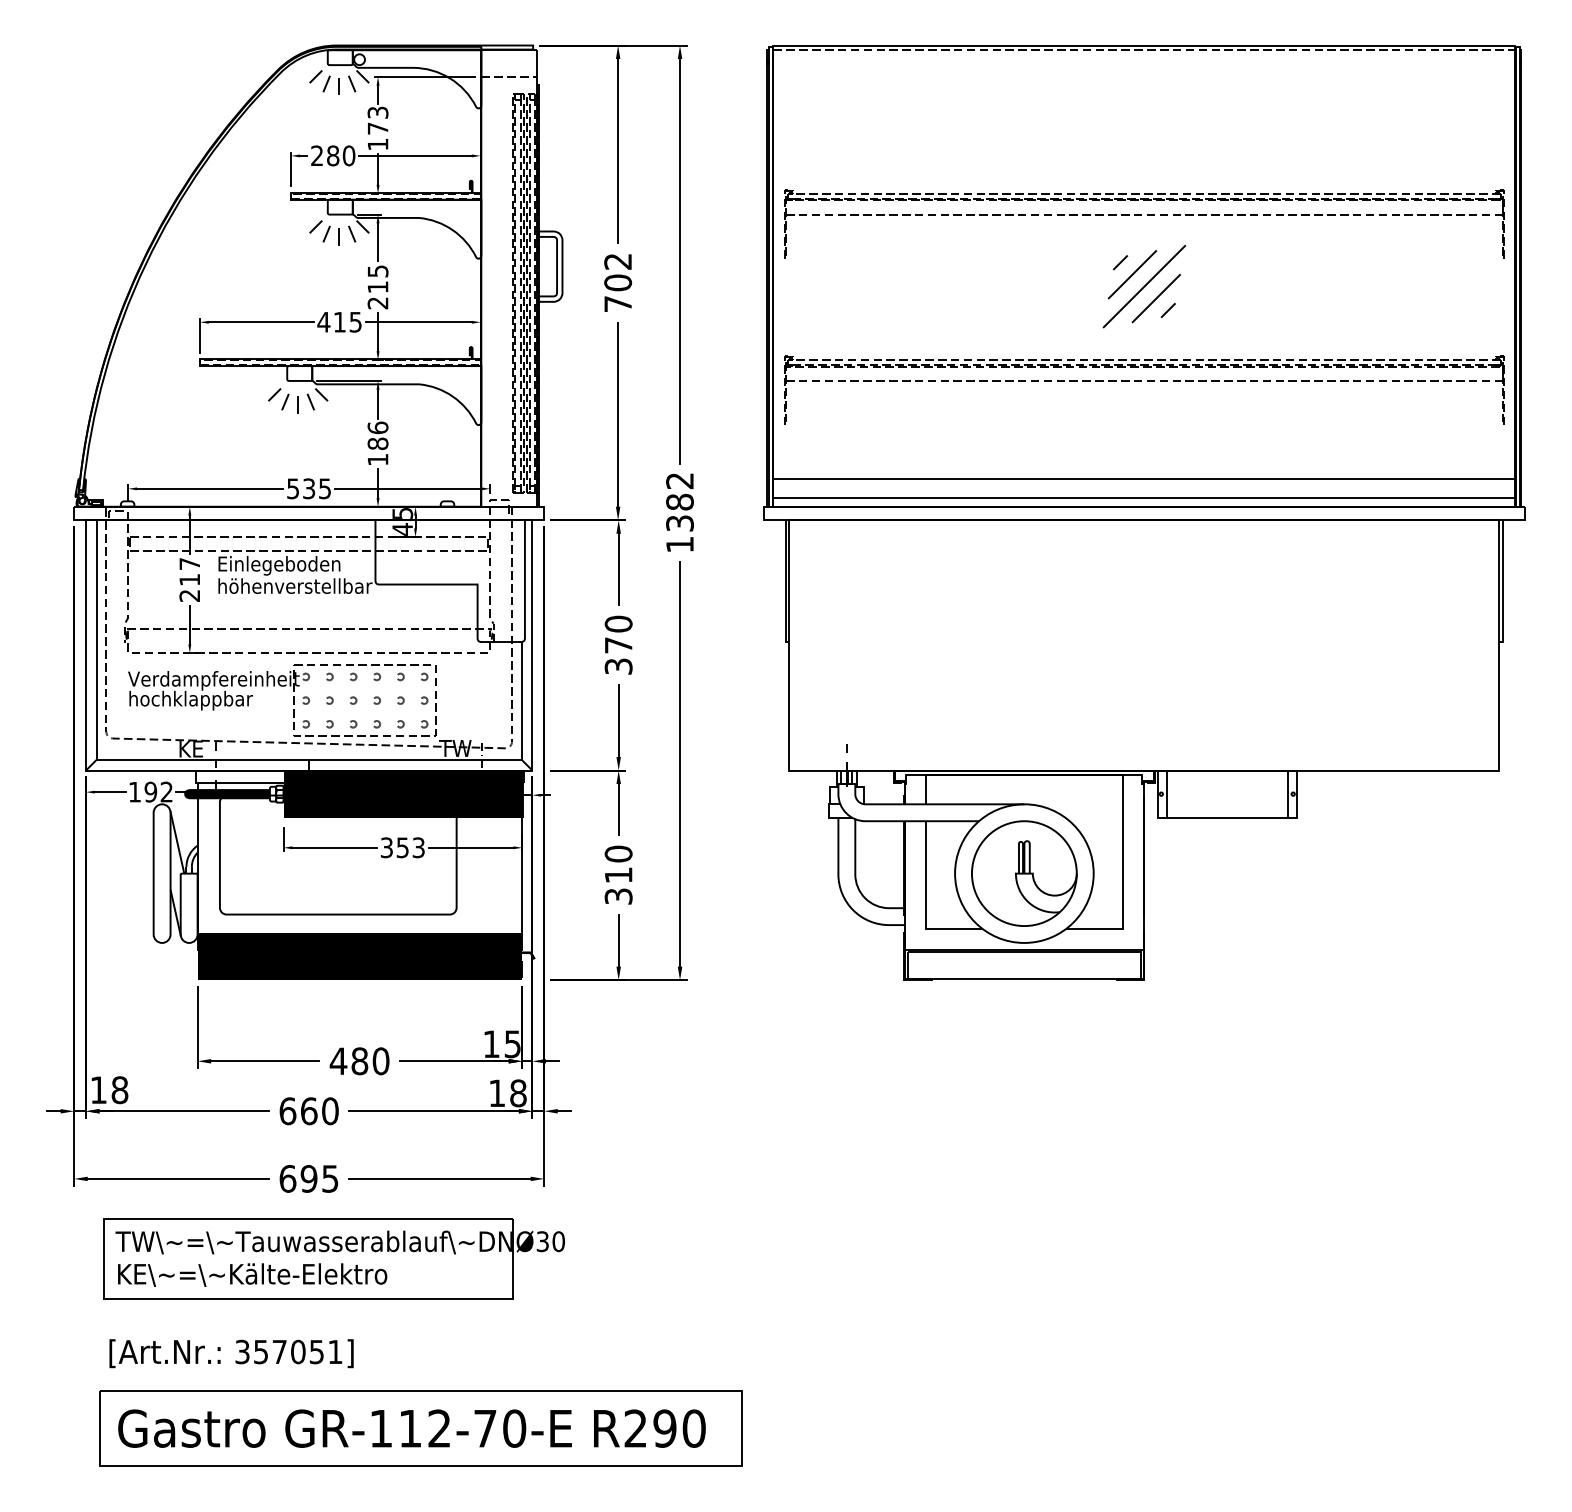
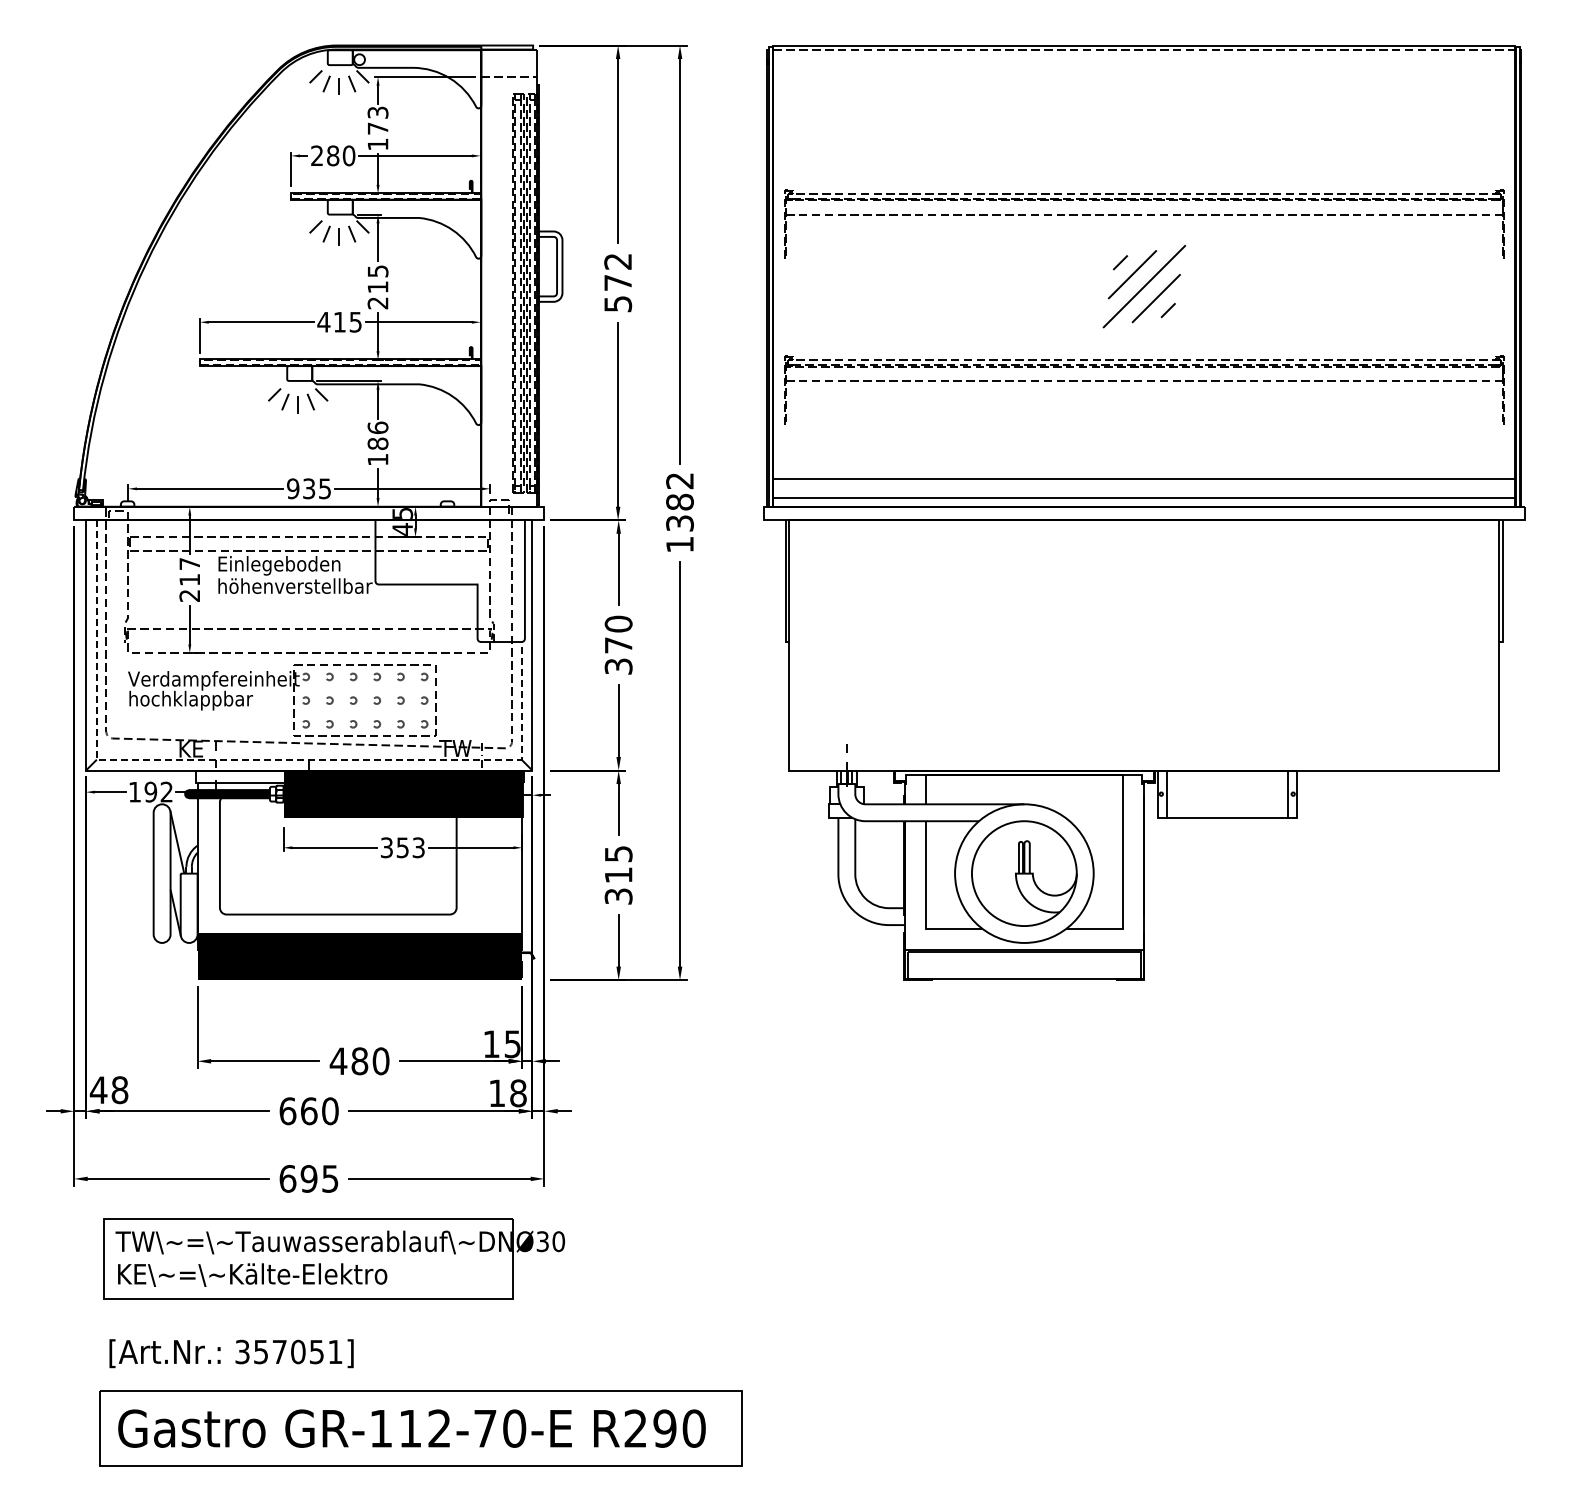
text at (618, 293): 702 -> 572
text at (293, 488): 535 -> 935
line at (248, 759): solid -> dashed
text at (618, 853): 310 -> 315
text at (98, 1089): 18 -> 48
